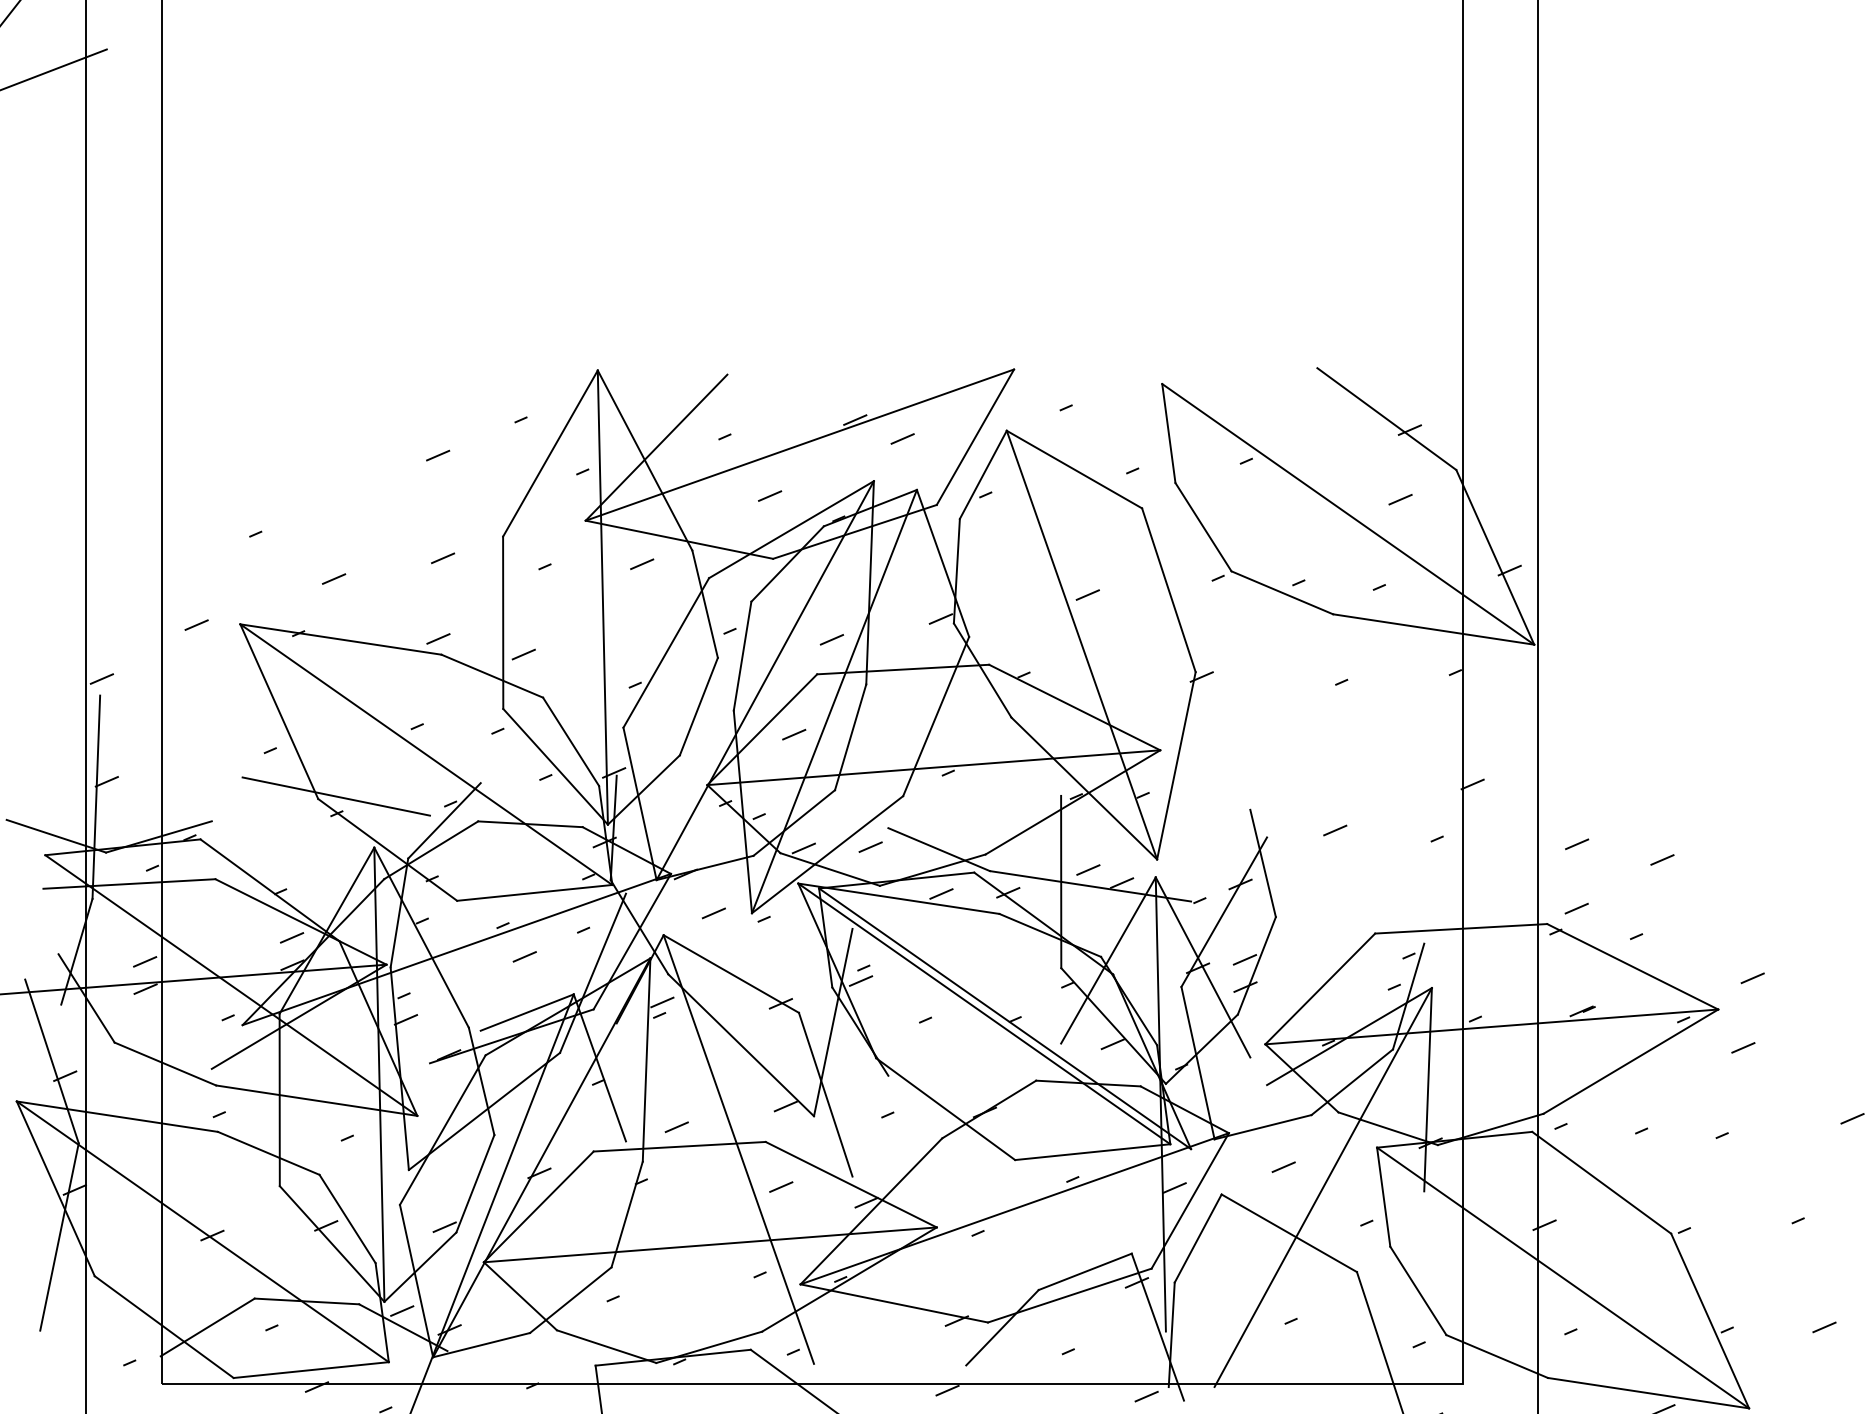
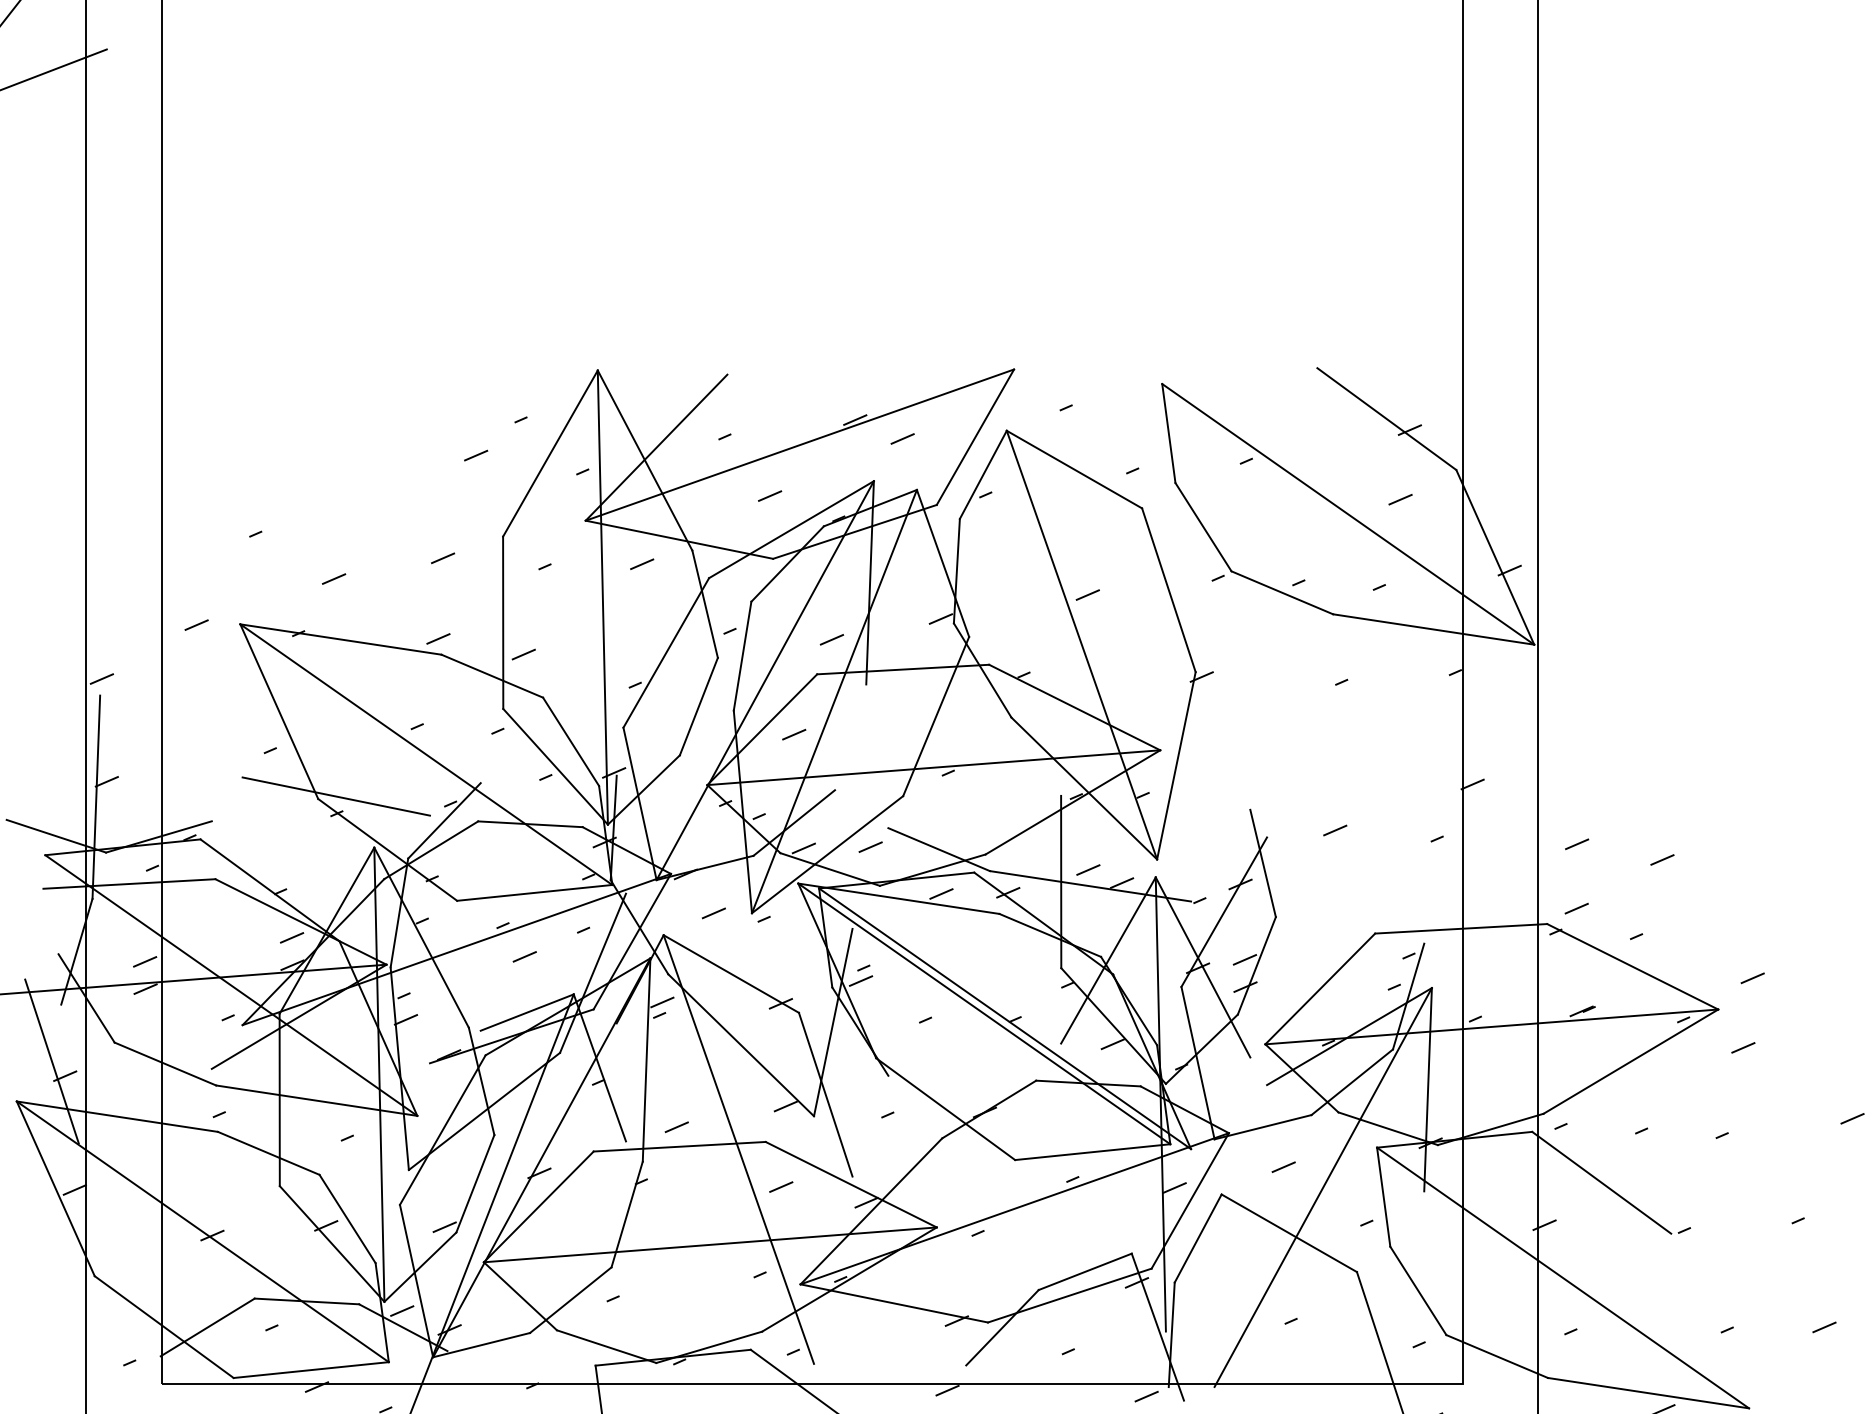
line at (438, 455) position: (438, 455) -> (476, 455)
line at (850, 737): present -> none
line at (59, 1236): present -> none
line at (1710, 1320): present -> none
